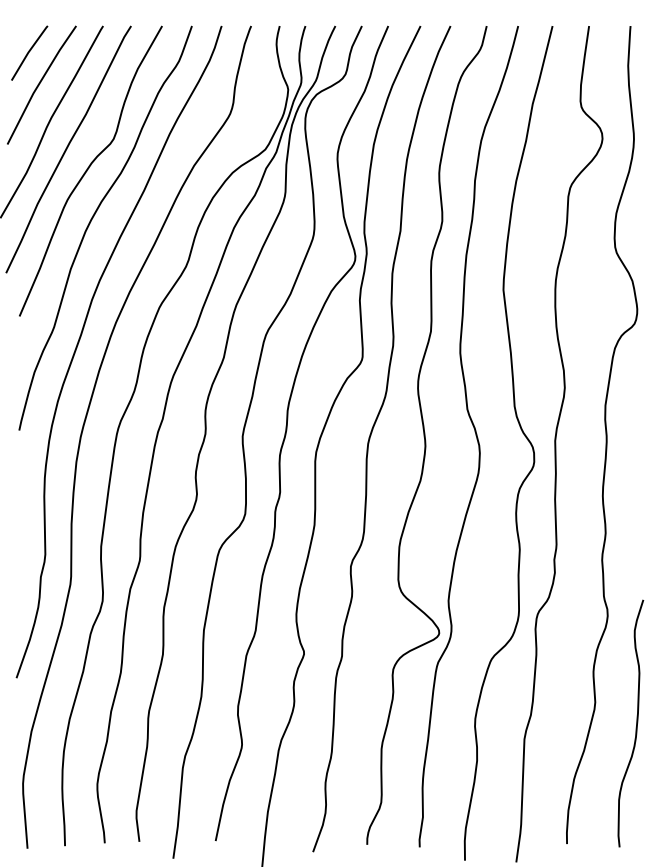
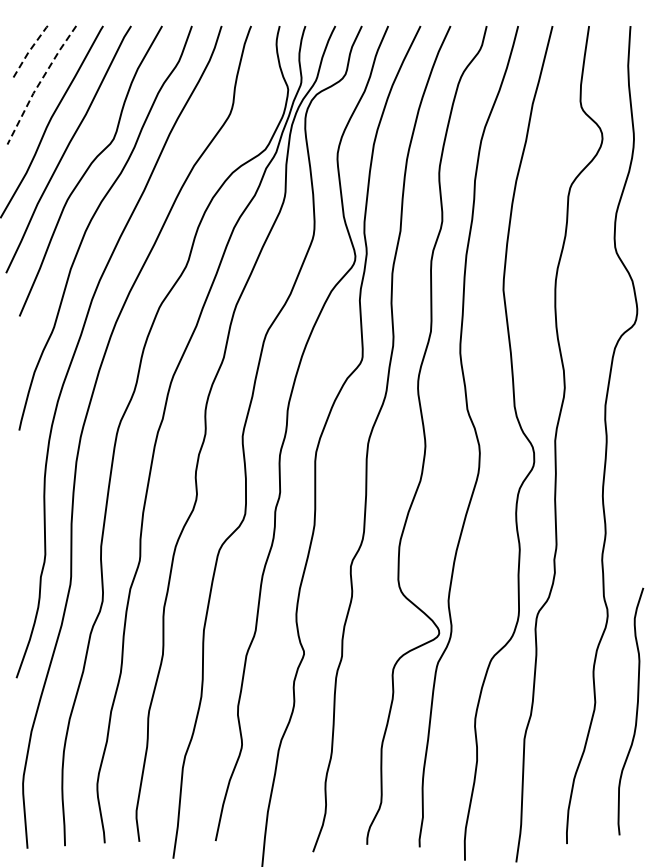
line at (28, 52): solid -> dashed
line at (39, 84): solid -> dashed
curve at (636, 723) position: (636, 723) -> (636, 711)
